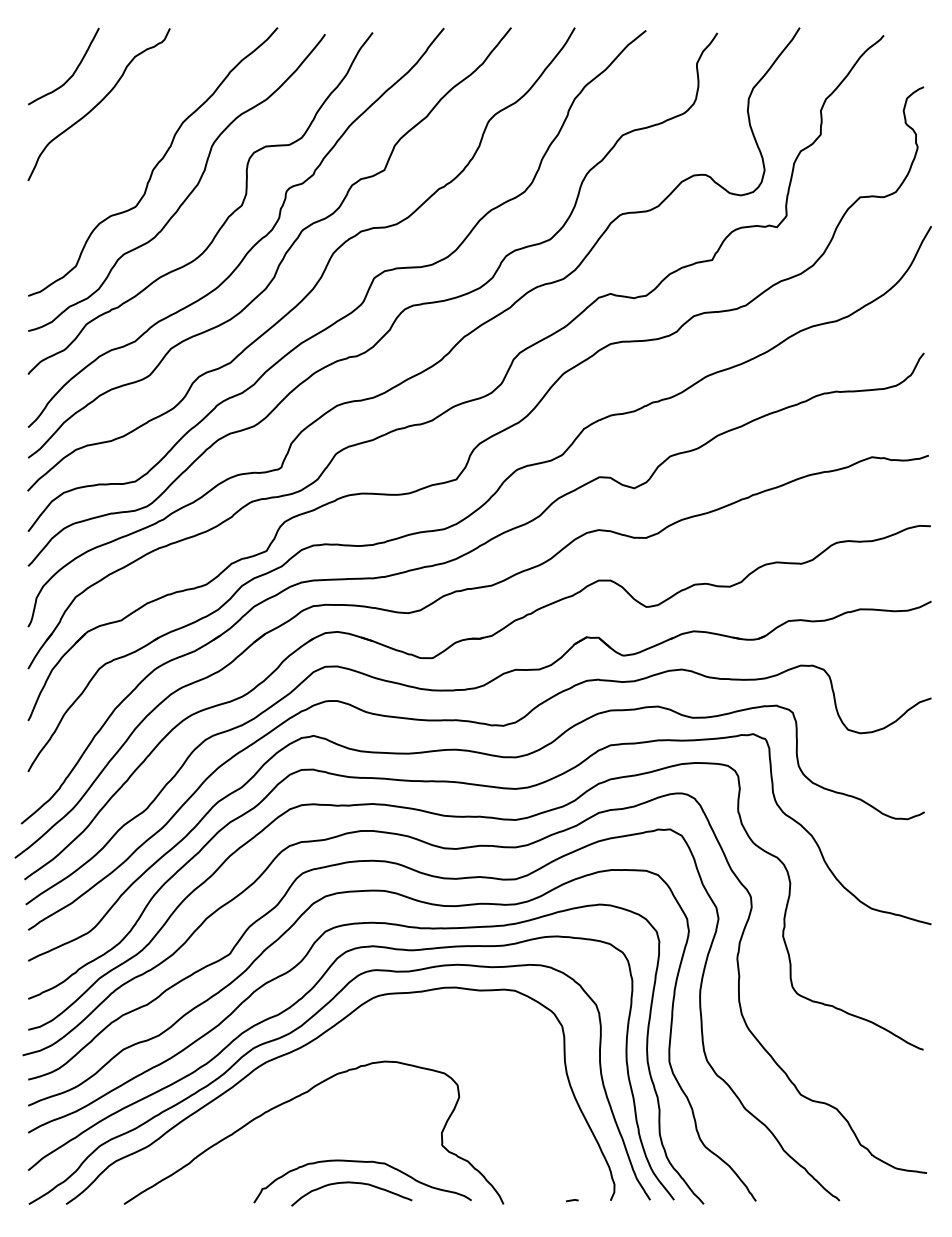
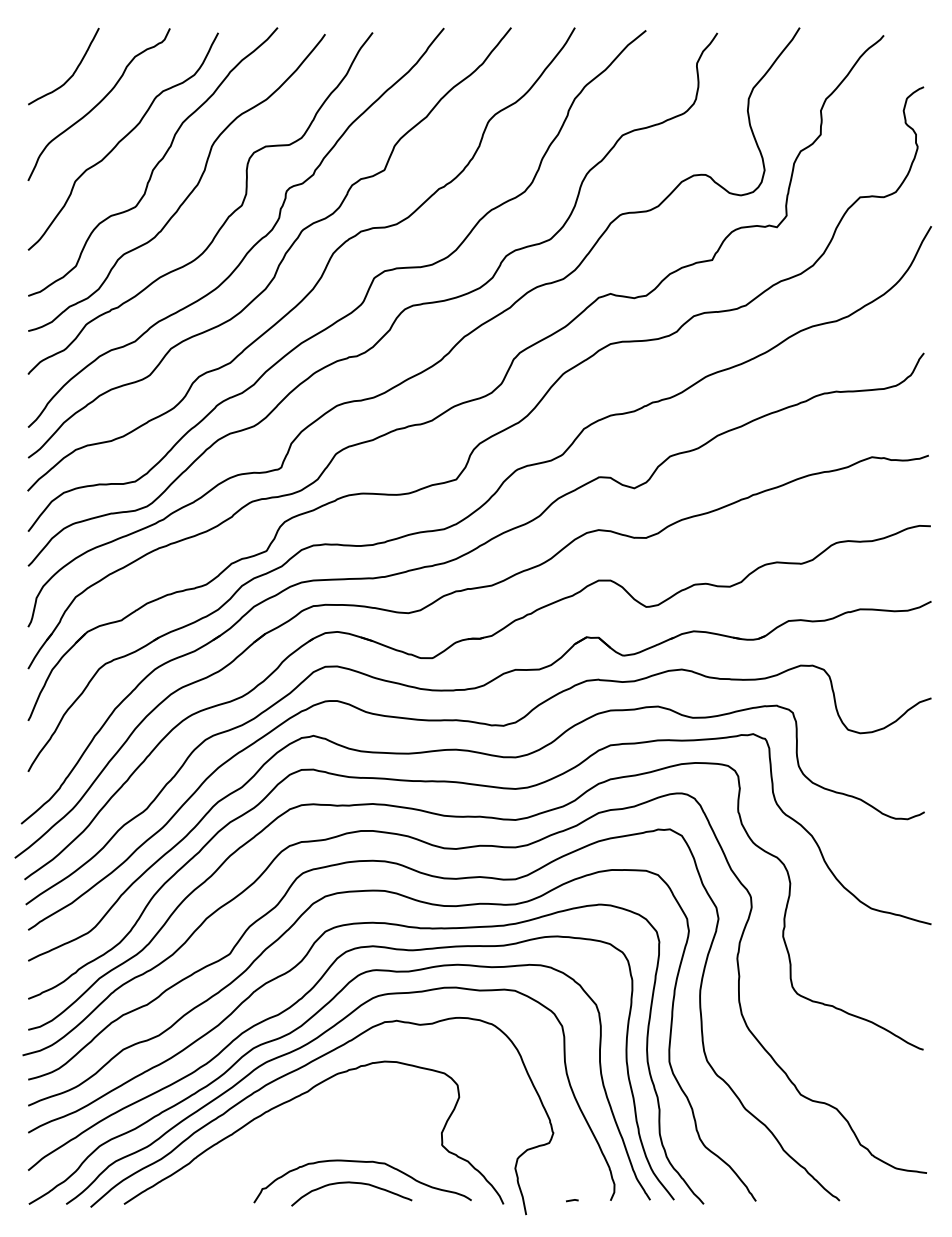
curve at (122, 140): none -> present
curve at (299, 1069): none -> present
